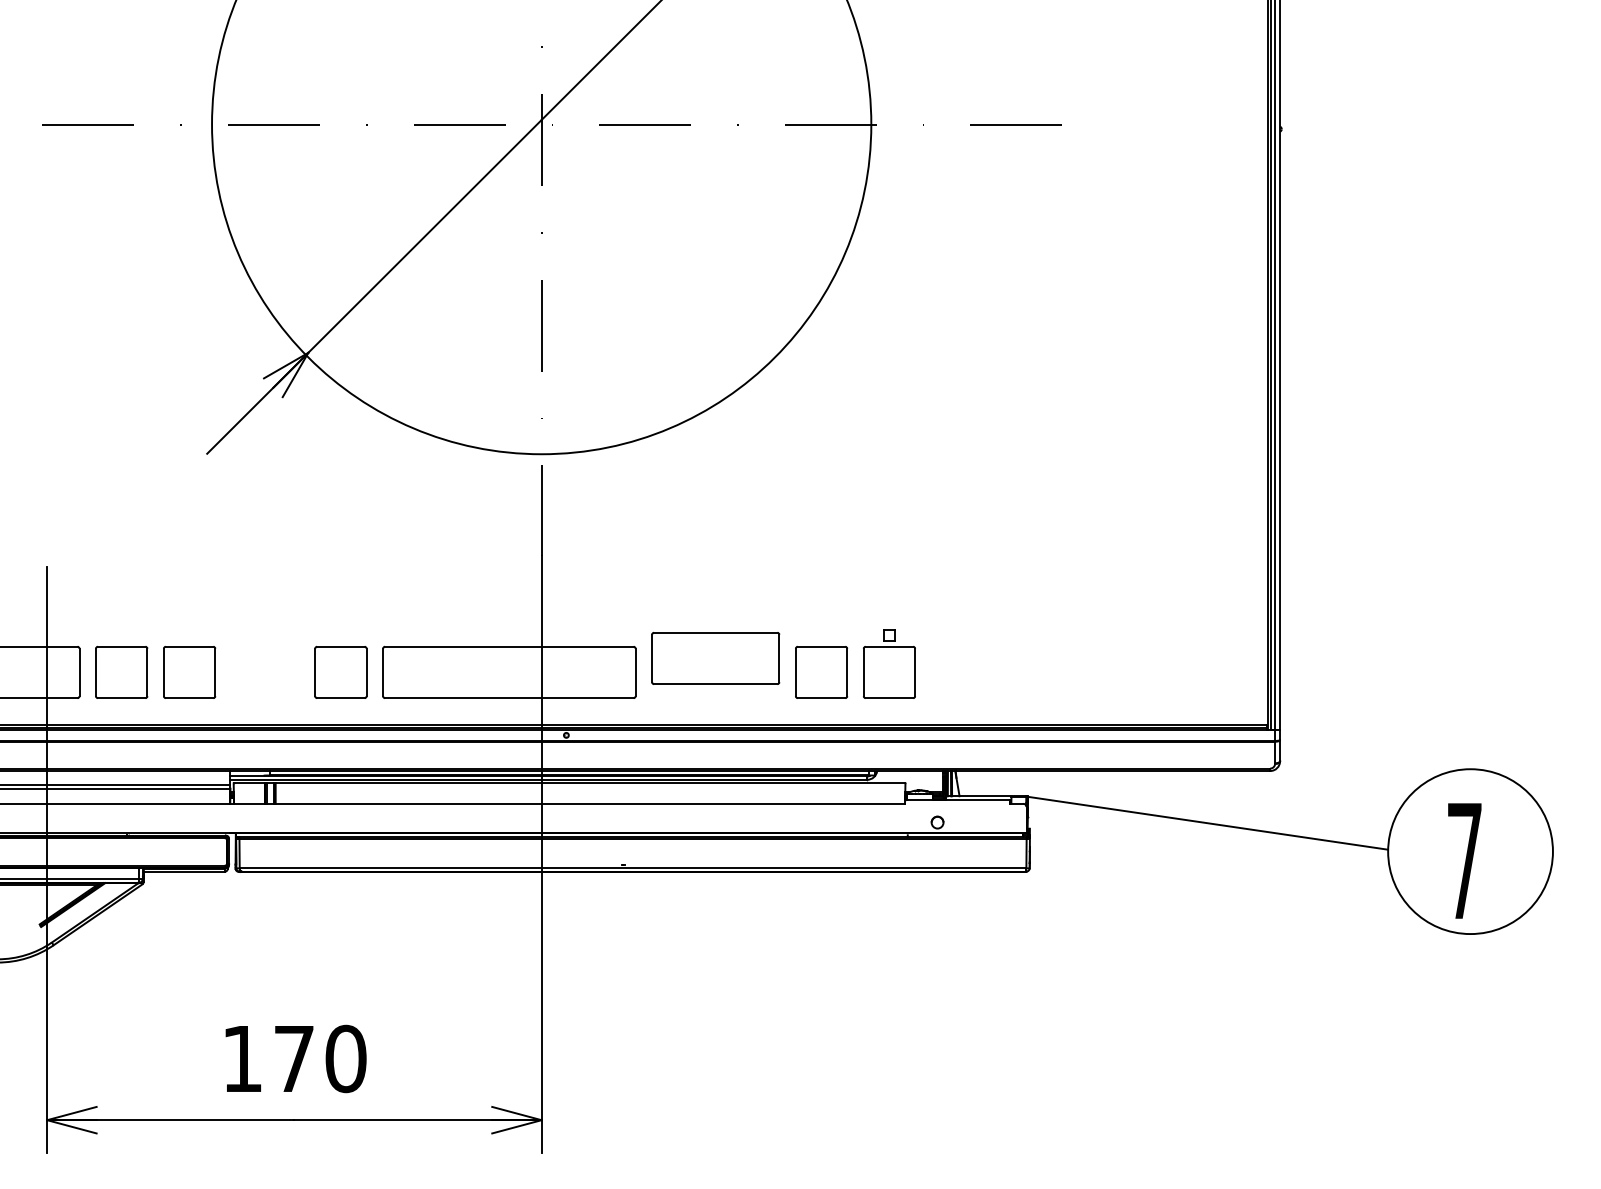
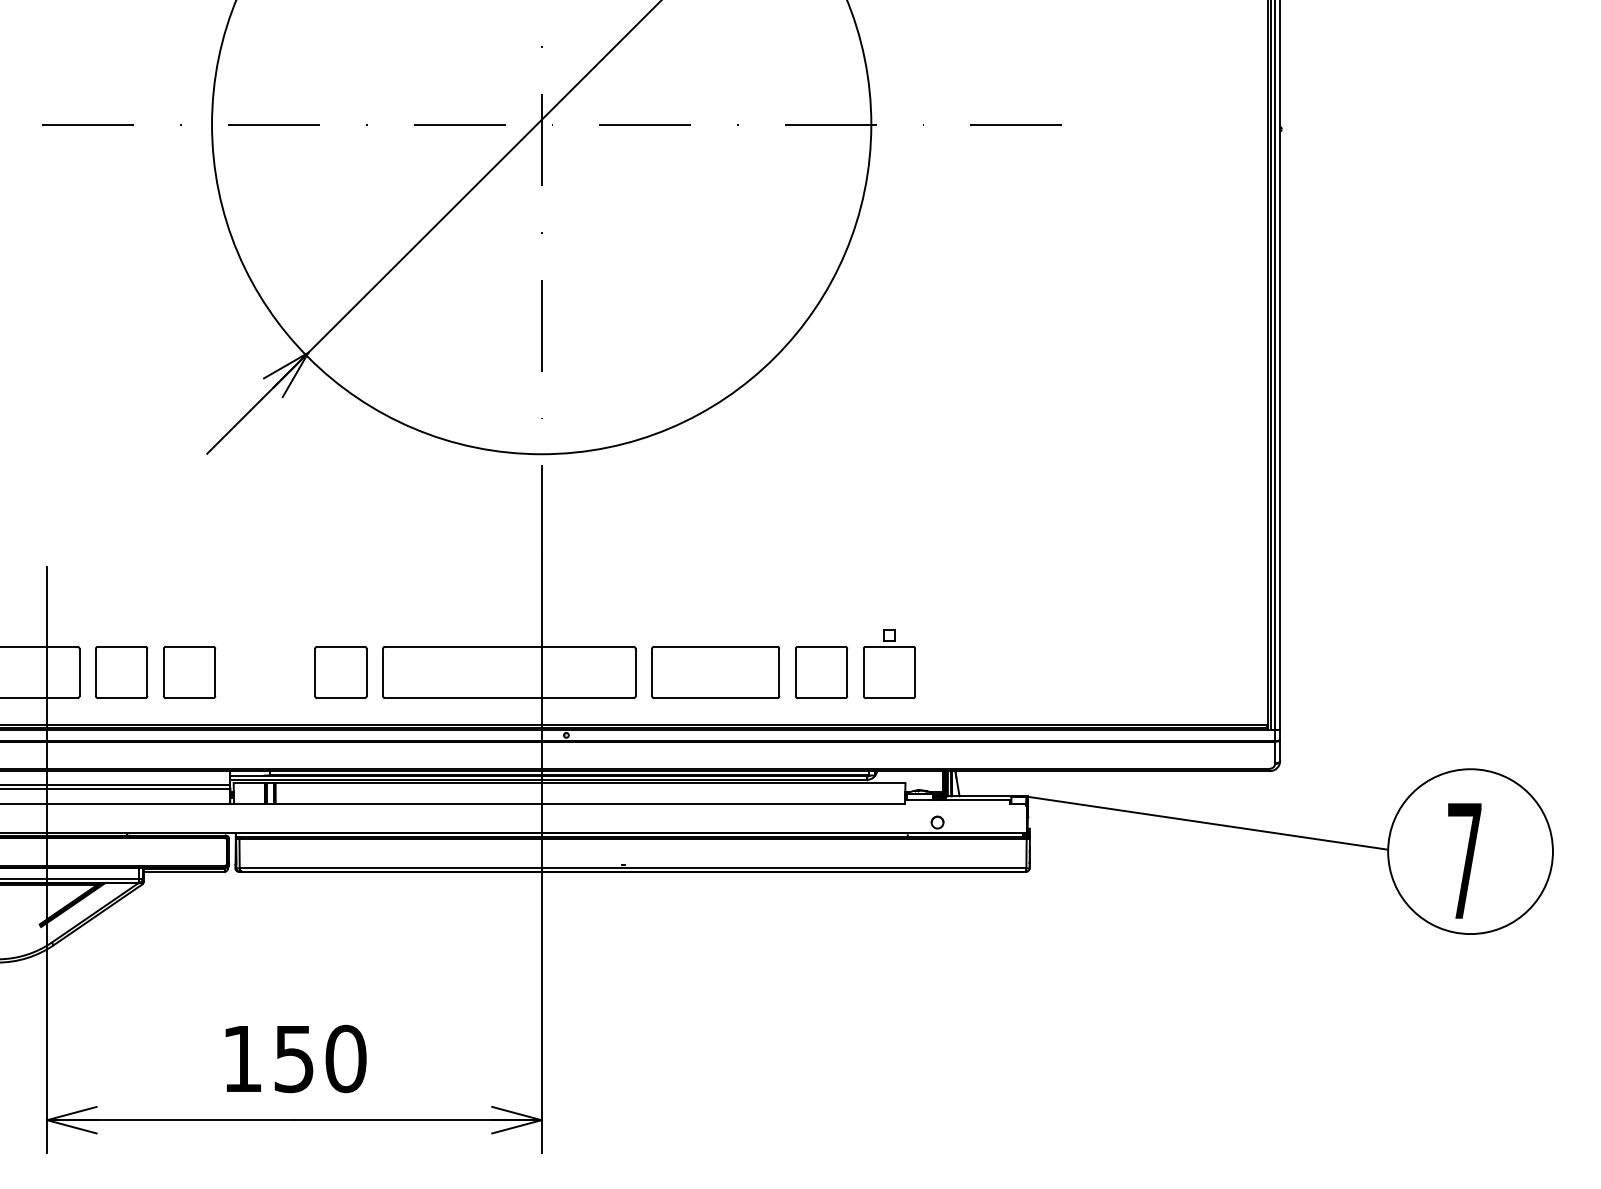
part at (715, 658) position: (715, 658) -> (715, 672)
text at (293, 1059): 170 -> 150
